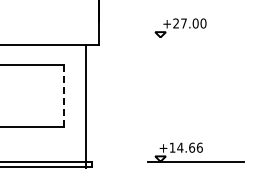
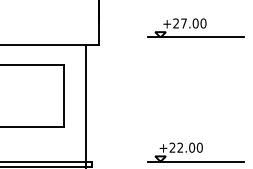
line at (195, 37): none -> present
line at (64, 96): dashed -> solid
text at (185, 147): +14.66 -> +22.00
